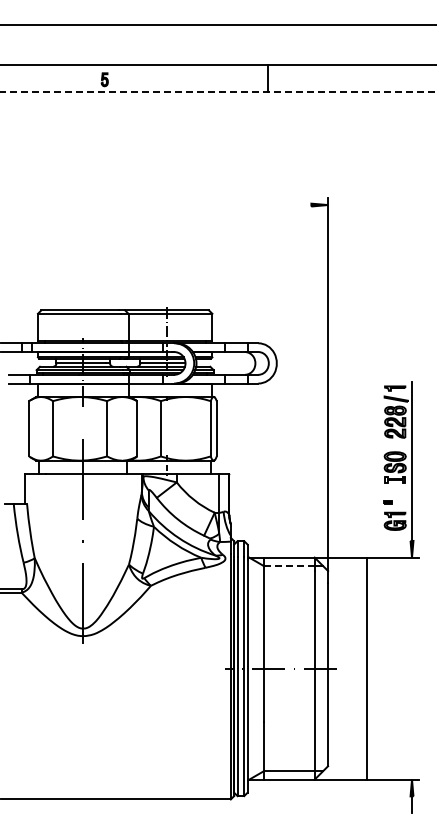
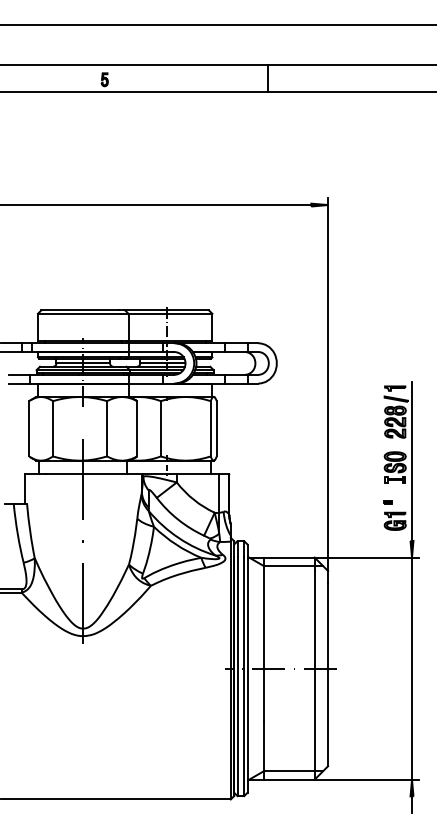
line at (218, 91): dashed -> solid
line at (156, 205): none -> present
line at (290, 566): dashed -> solid
line at (367, 668) position: (367, 668) -> (412, 668)
